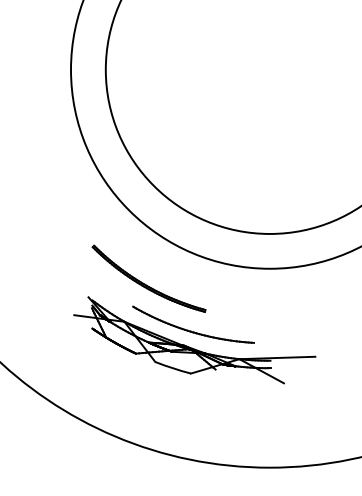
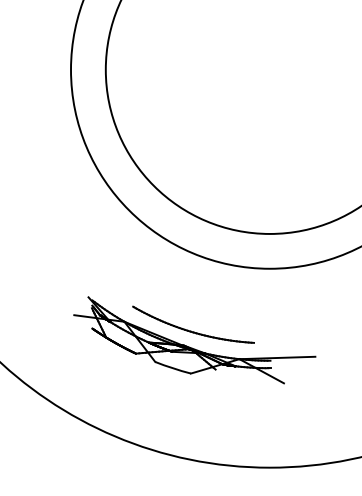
part at (146, 284): present -> none
